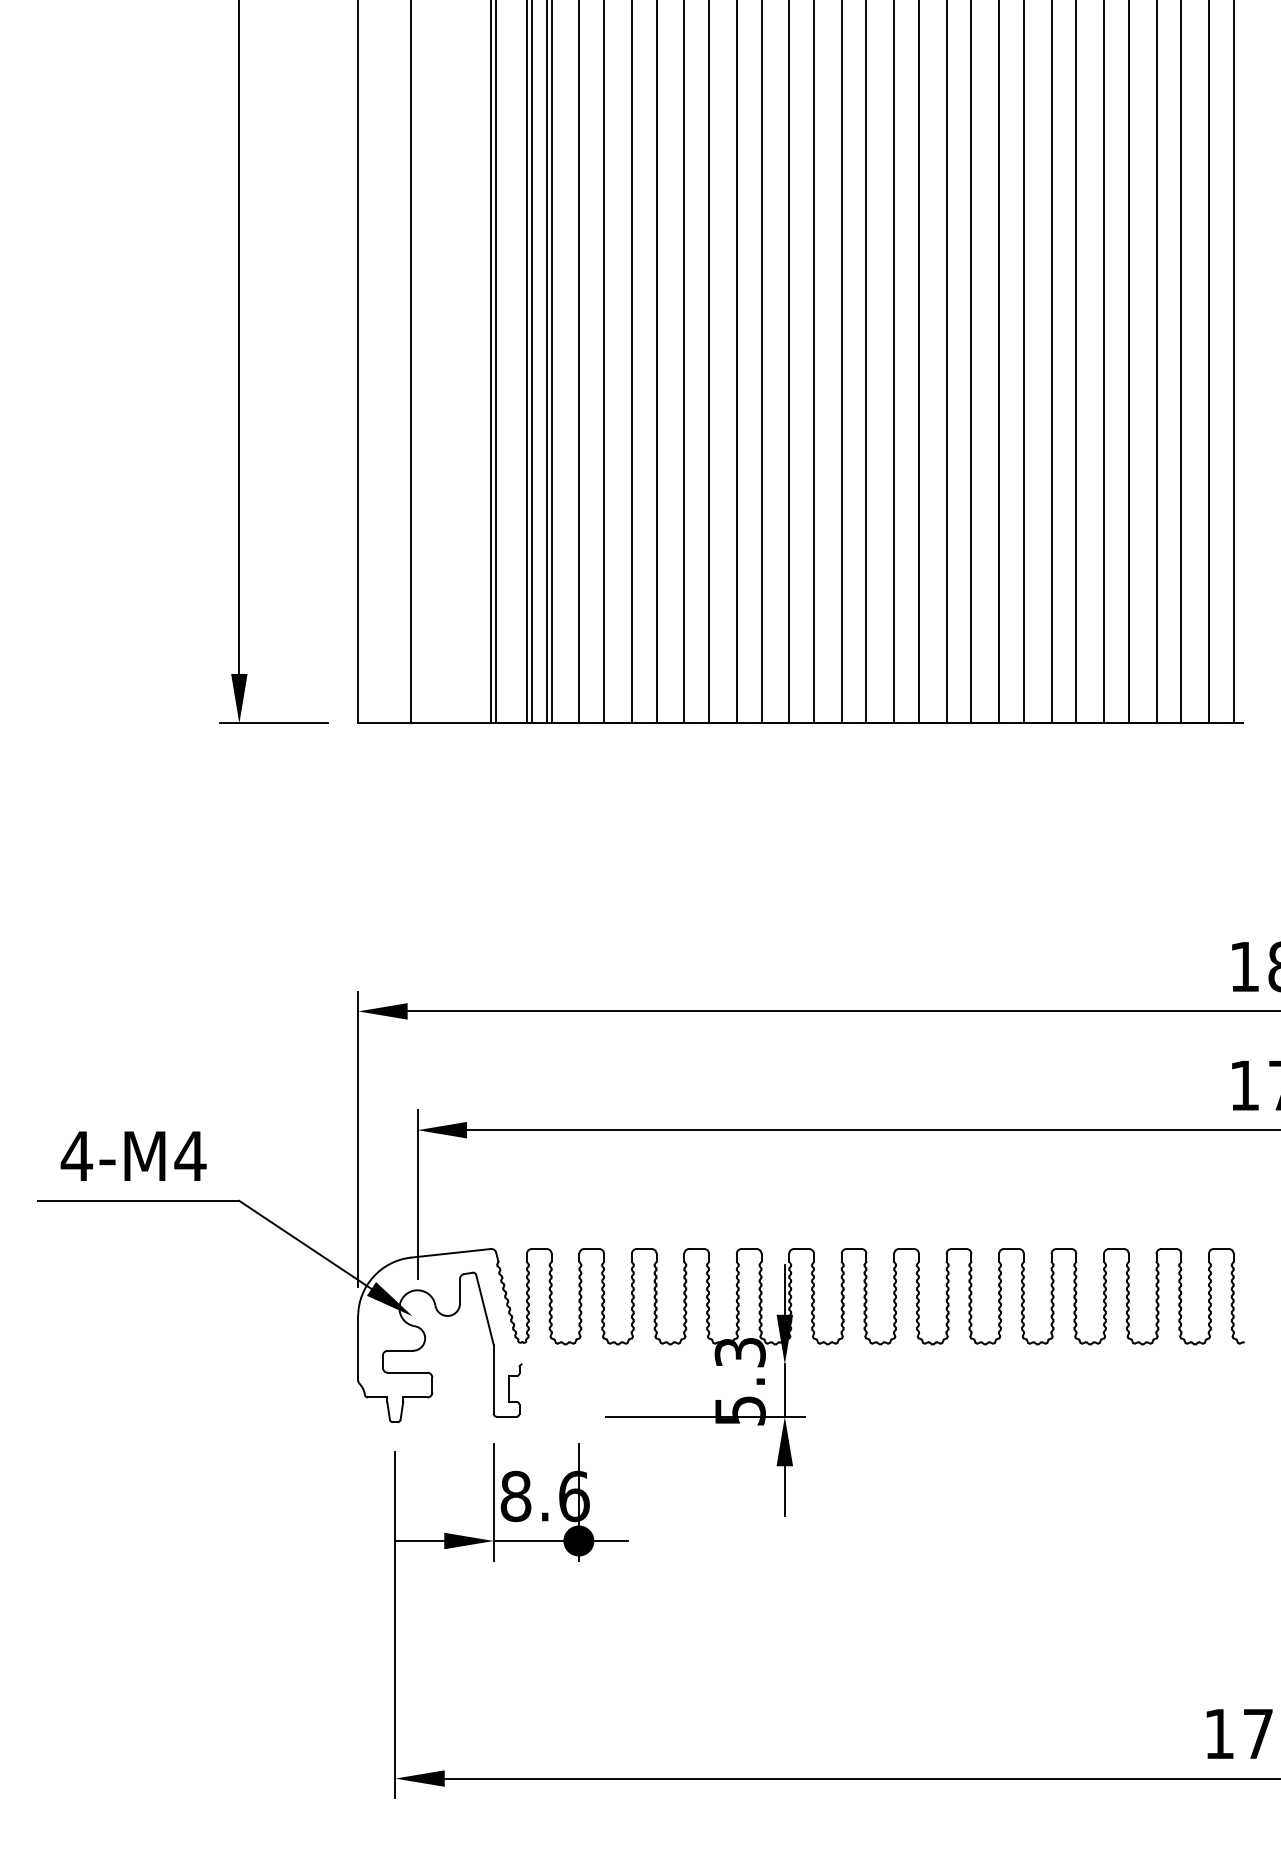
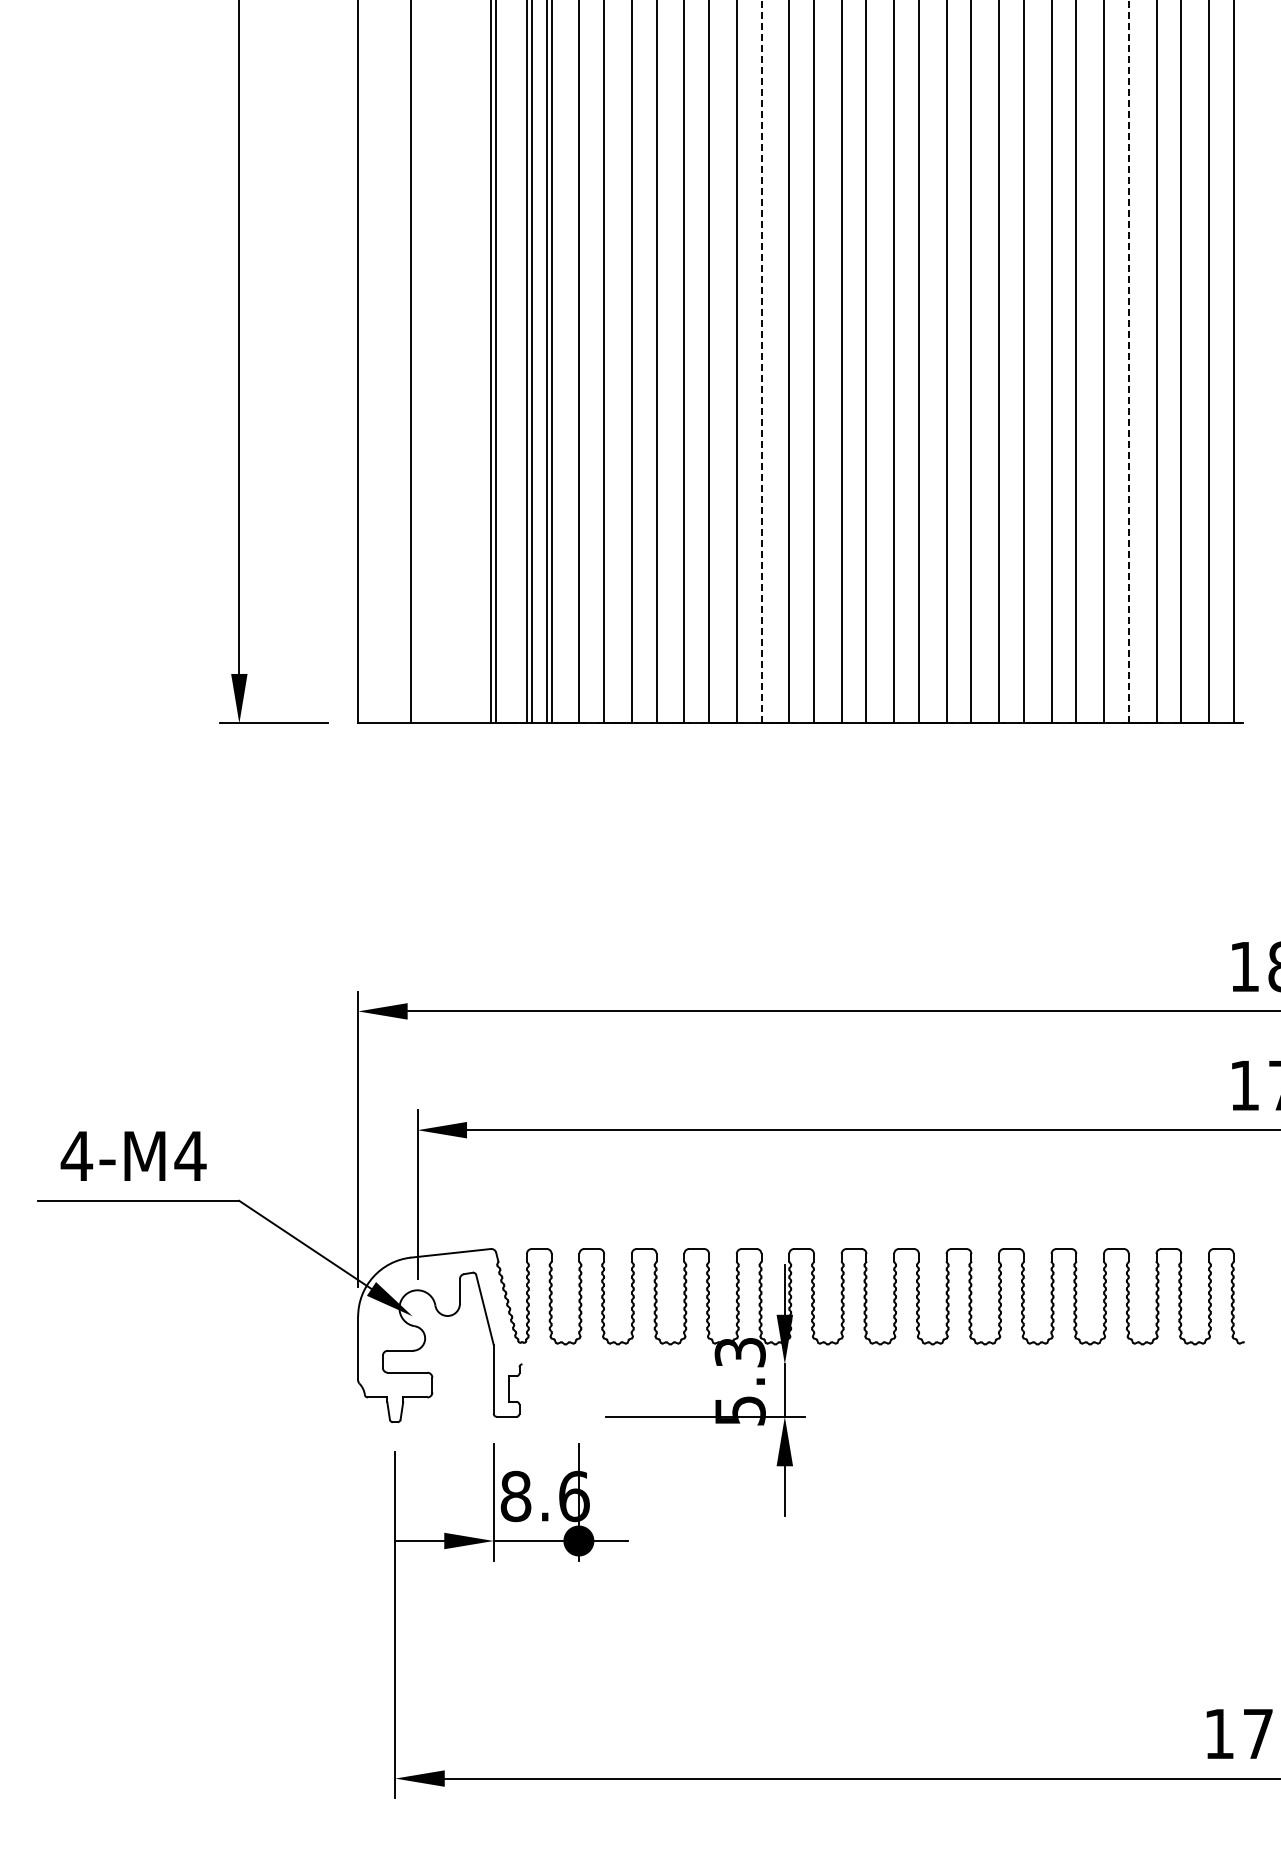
line at (761, 361): solid -> dashed
line at (1128, 361): solid -> dashed
